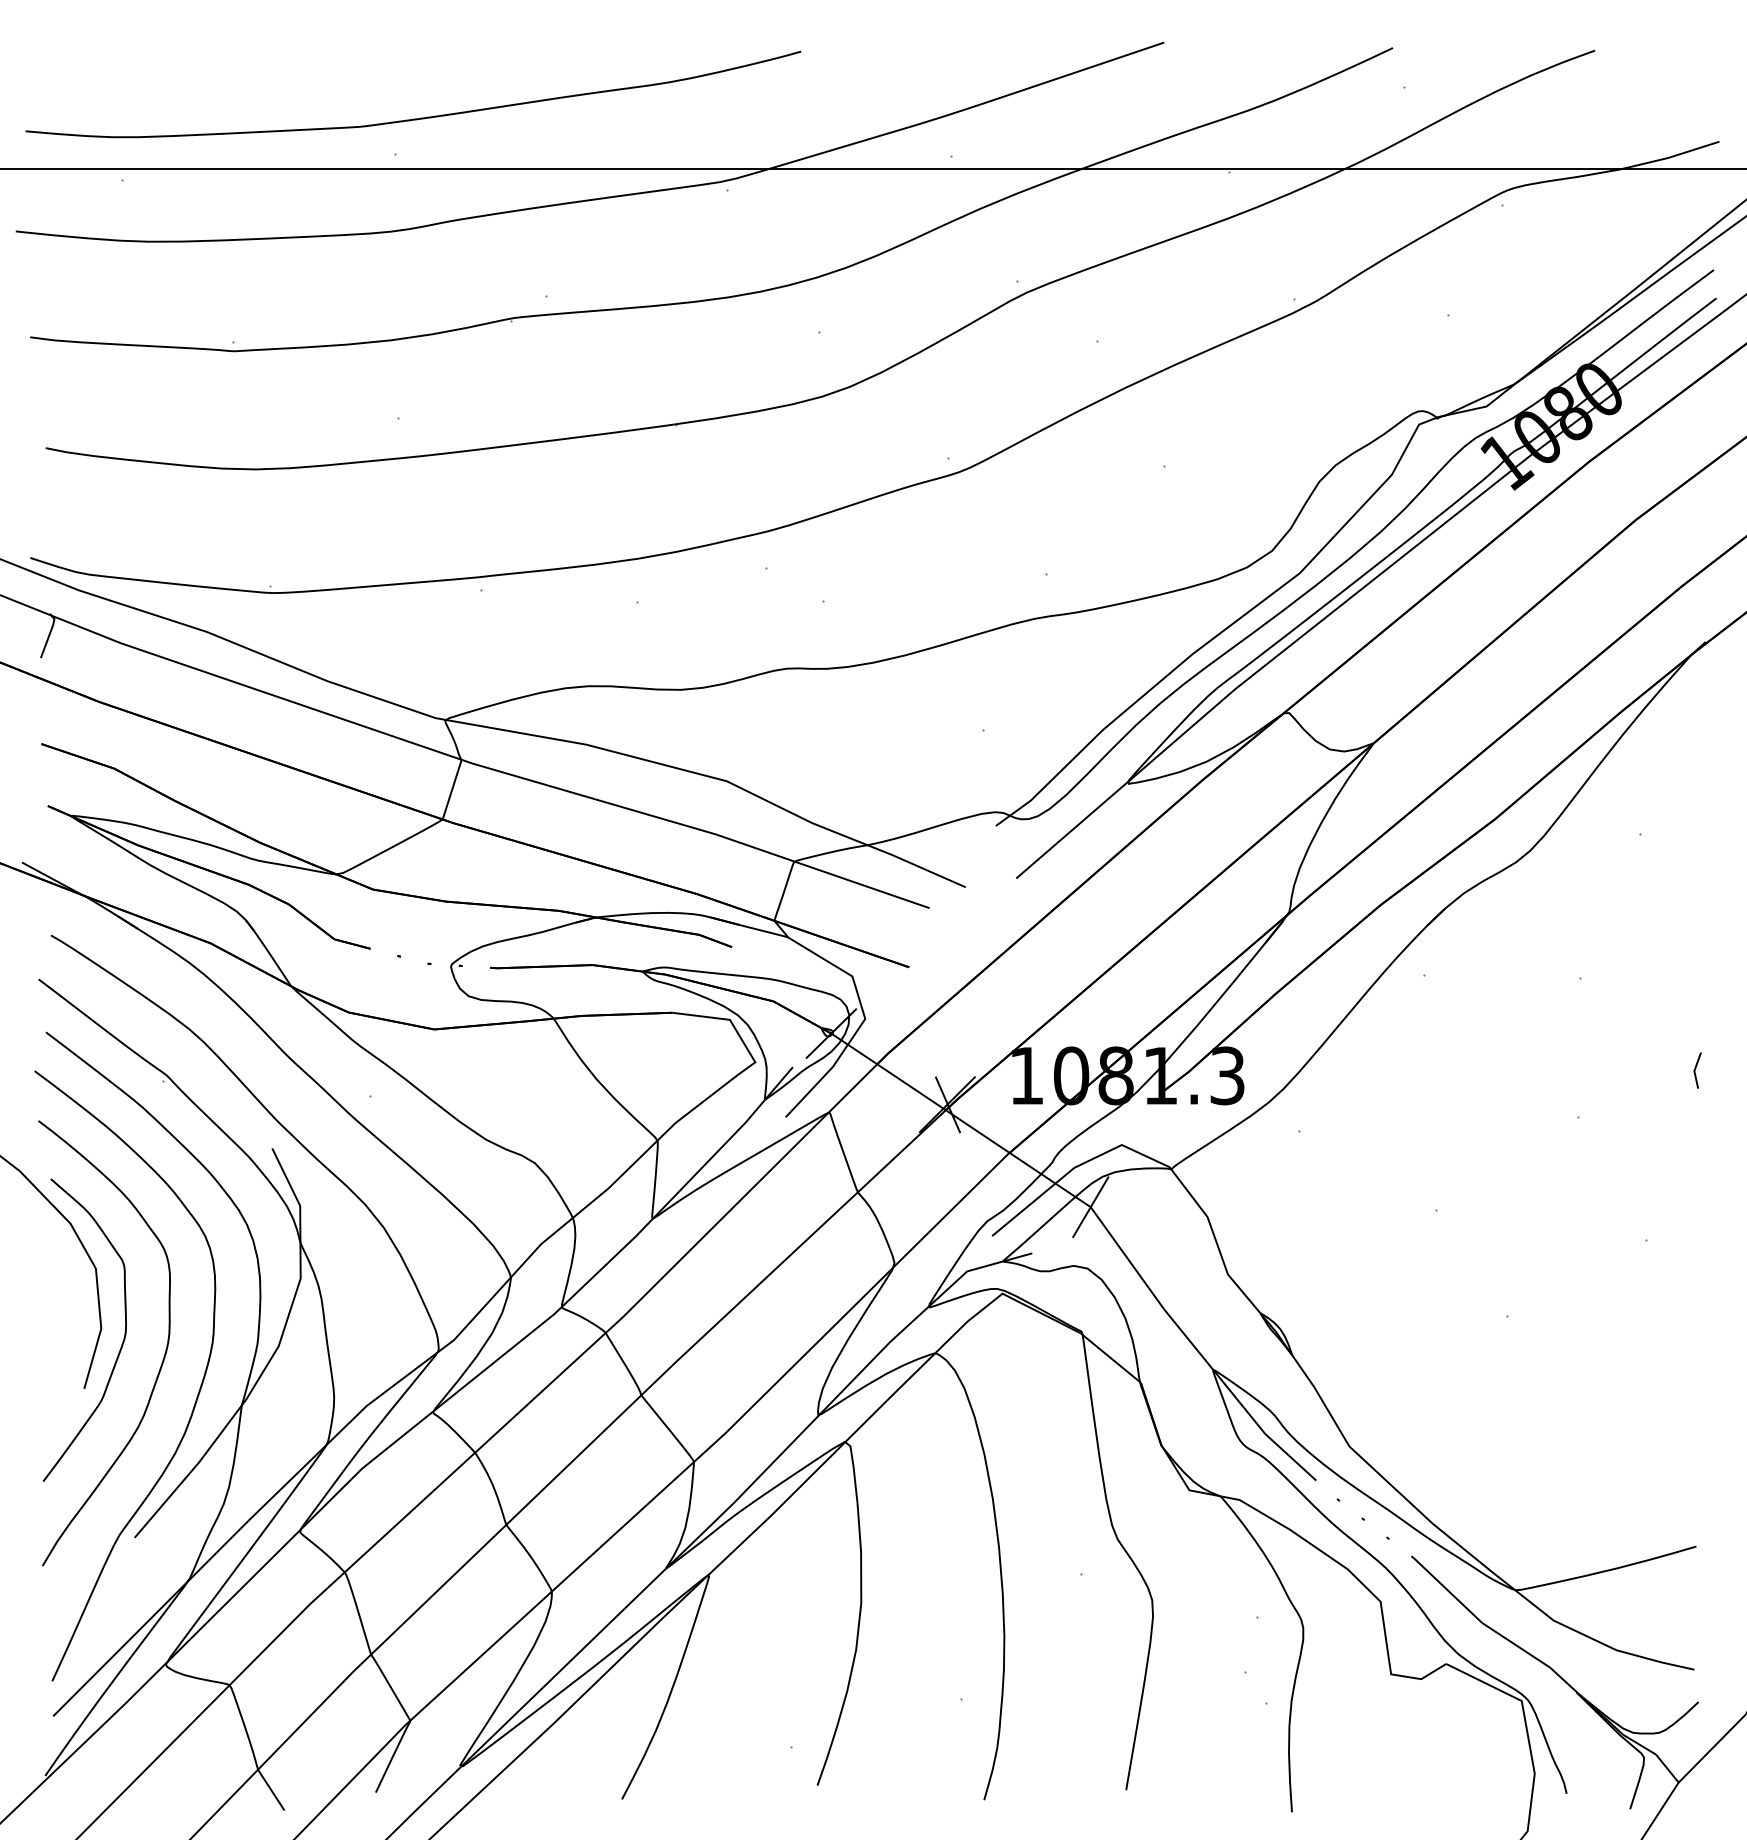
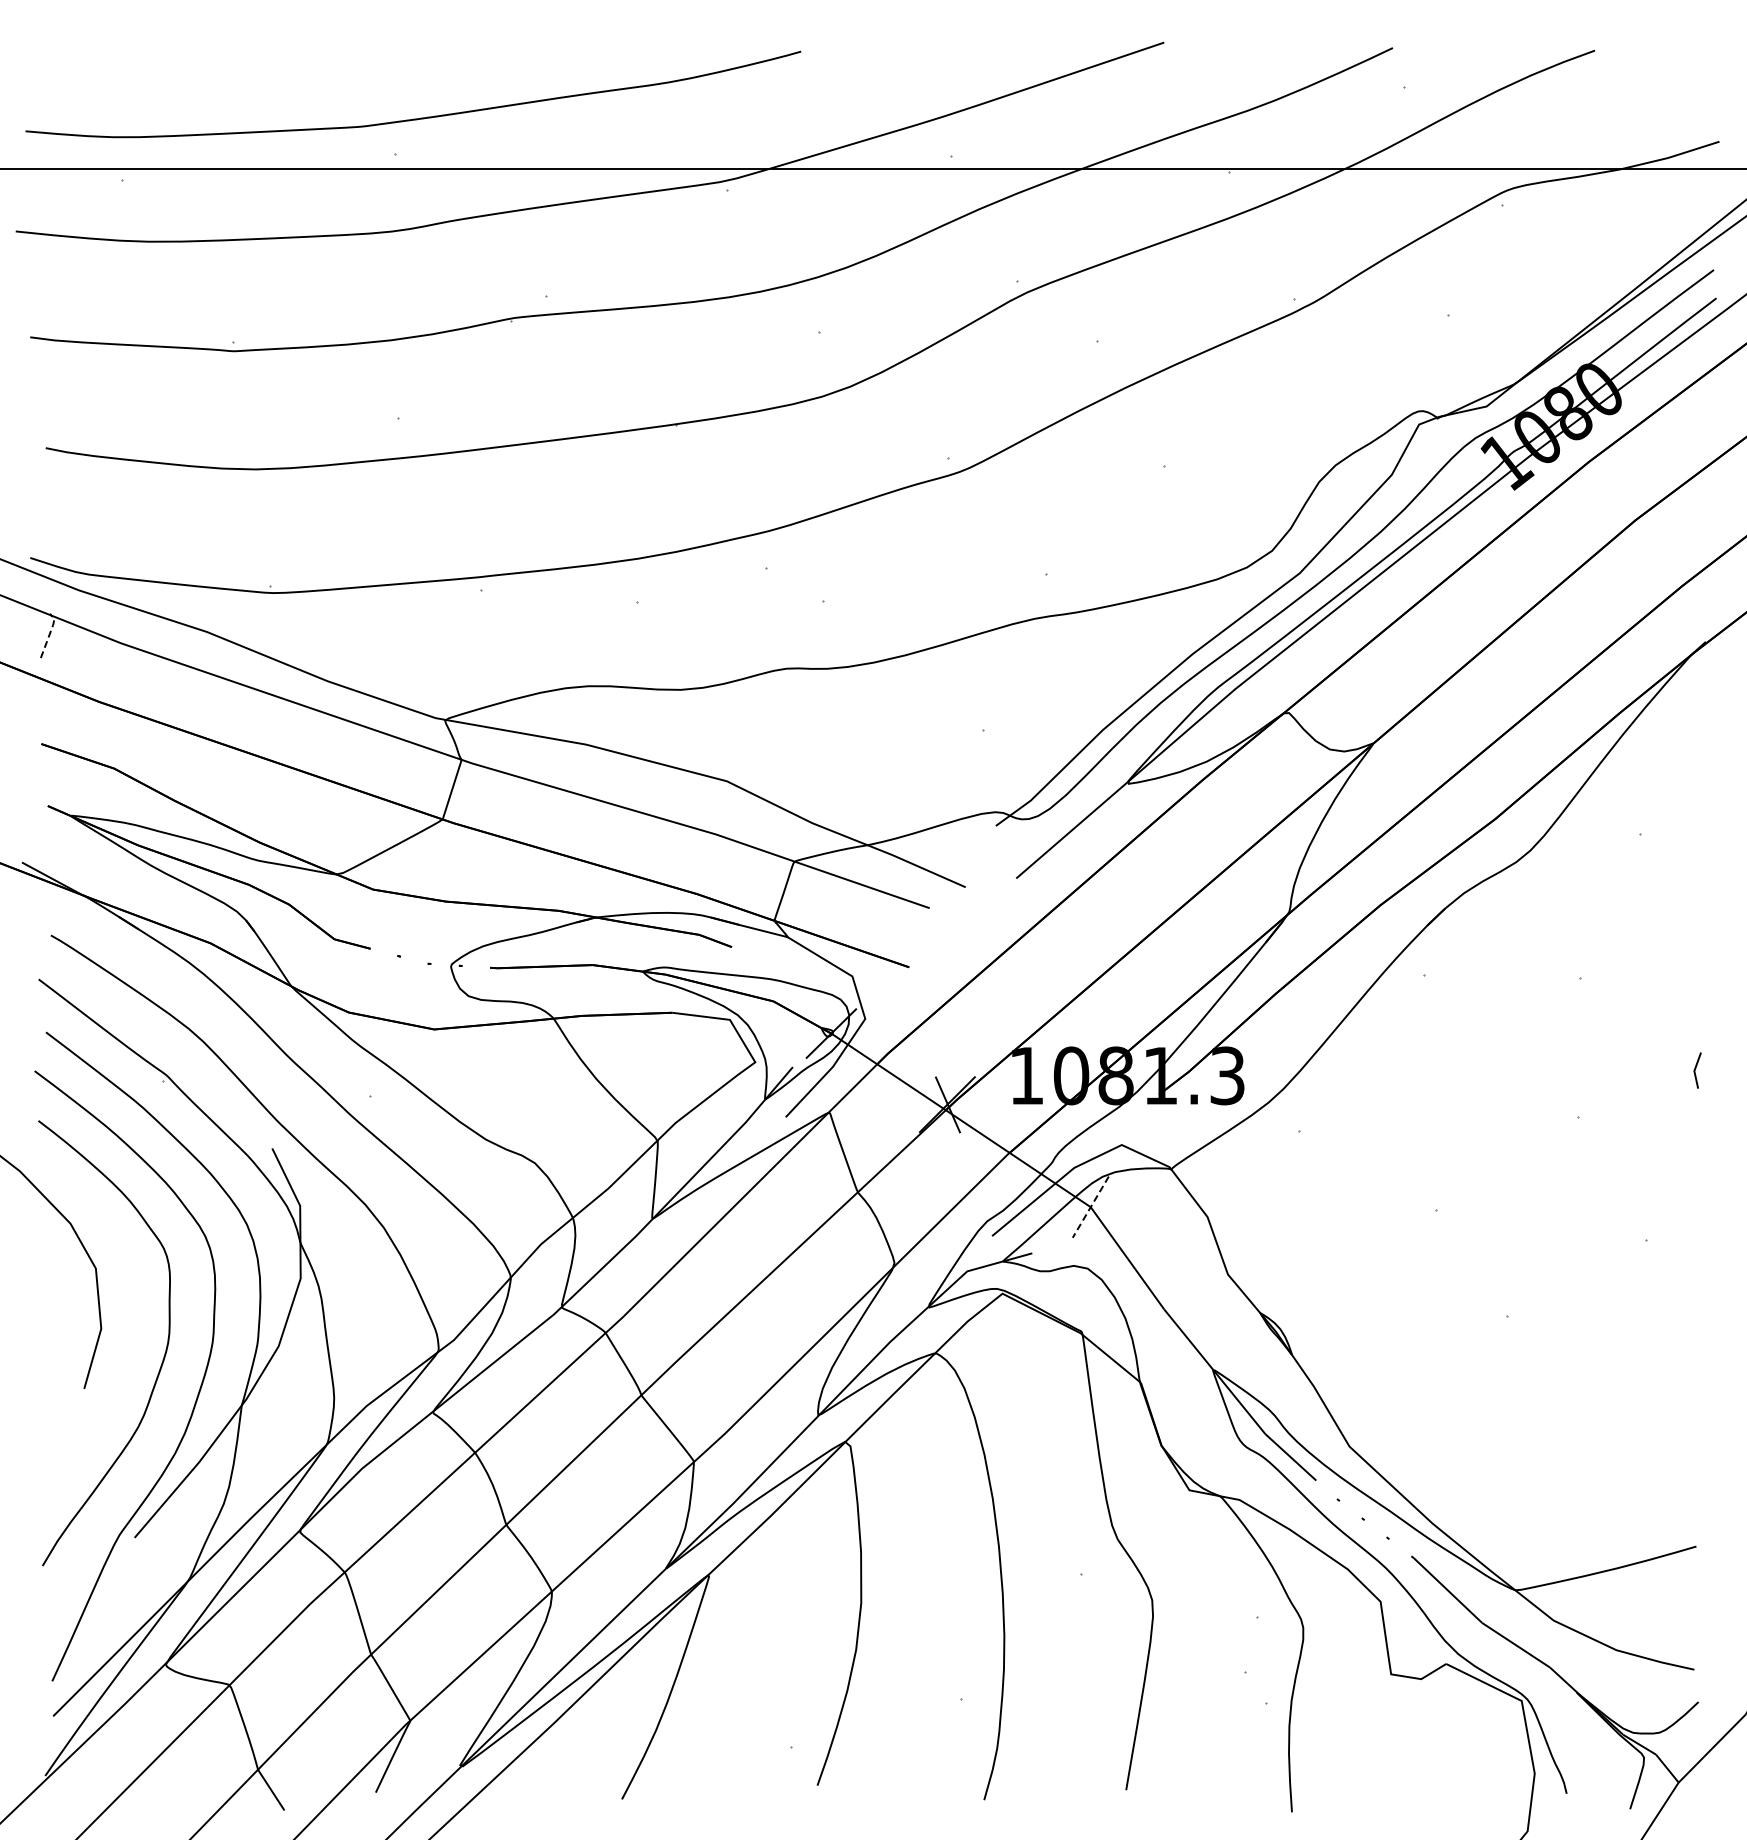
line at (50, 633): solid -> dashed
line at (1090, 1207): solid -> dashed
curve at (123, 1337): present -> none
